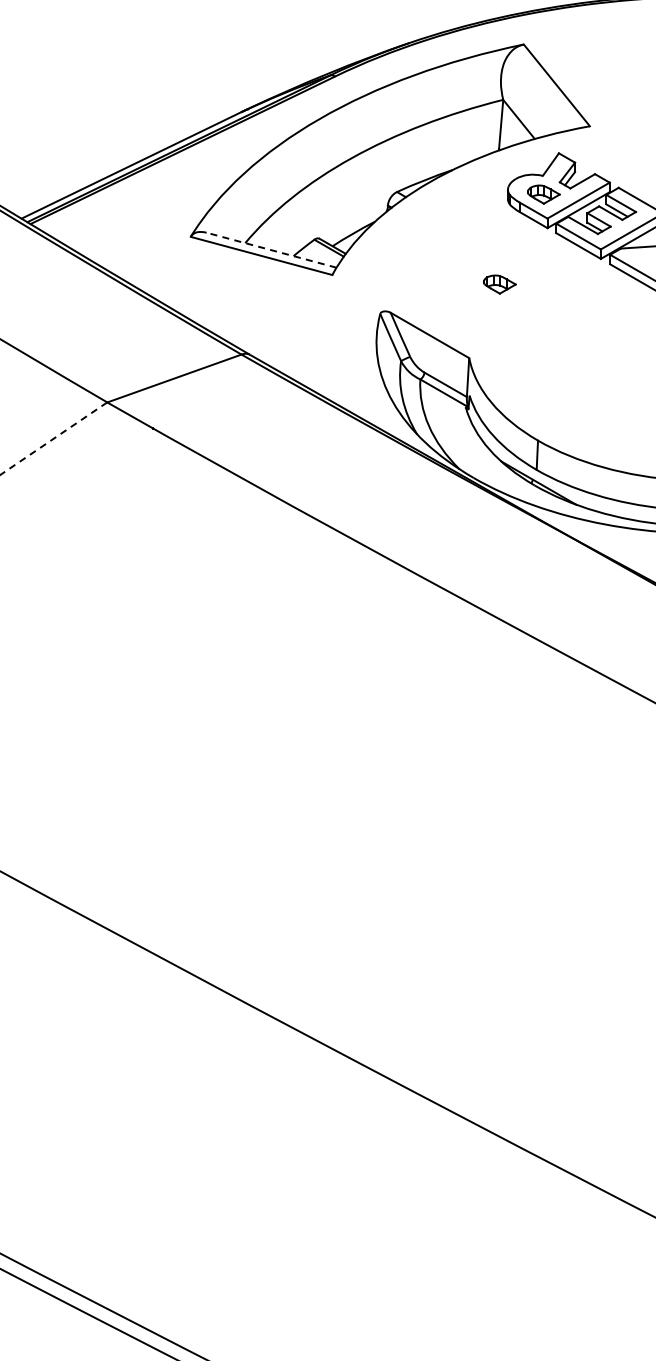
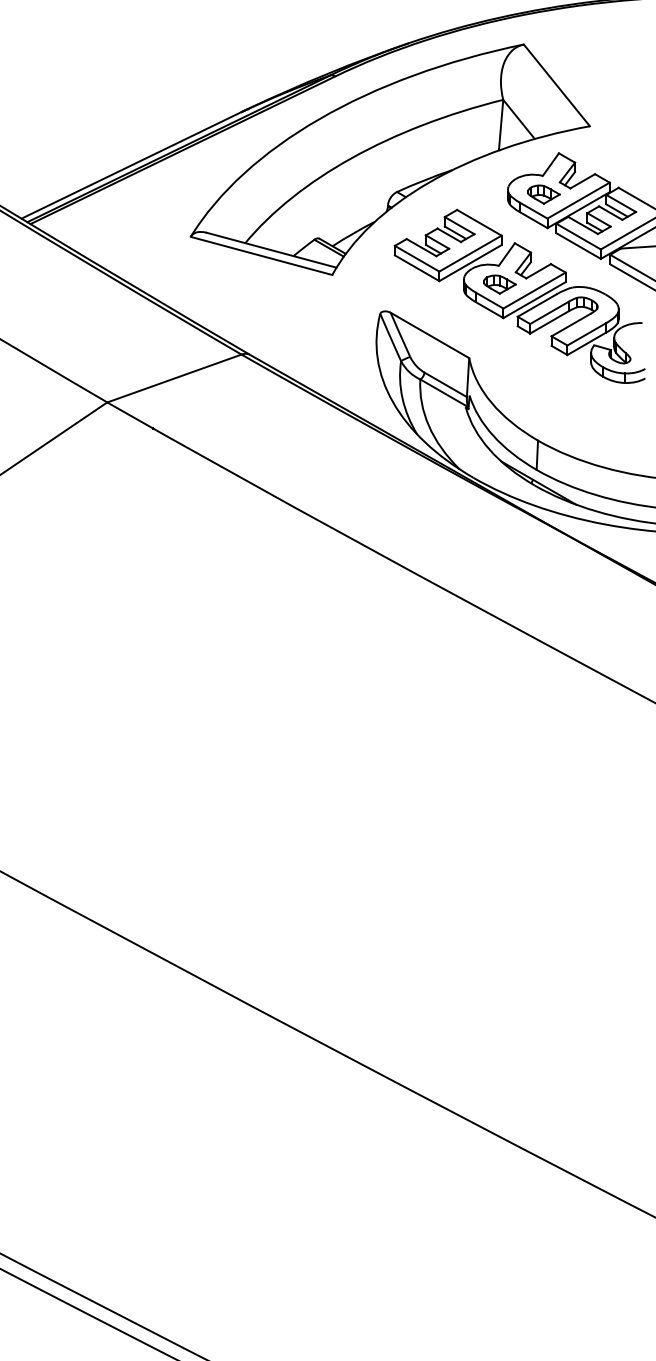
line at (271, 250): dashed -> solid
part at (519, 295): none -> present
line at (53, 438): dashed -> solid
